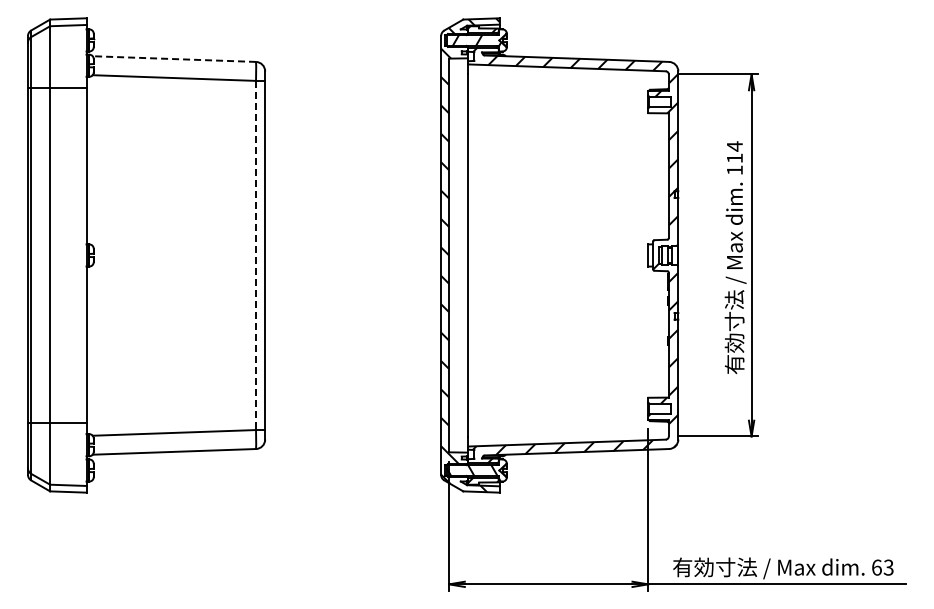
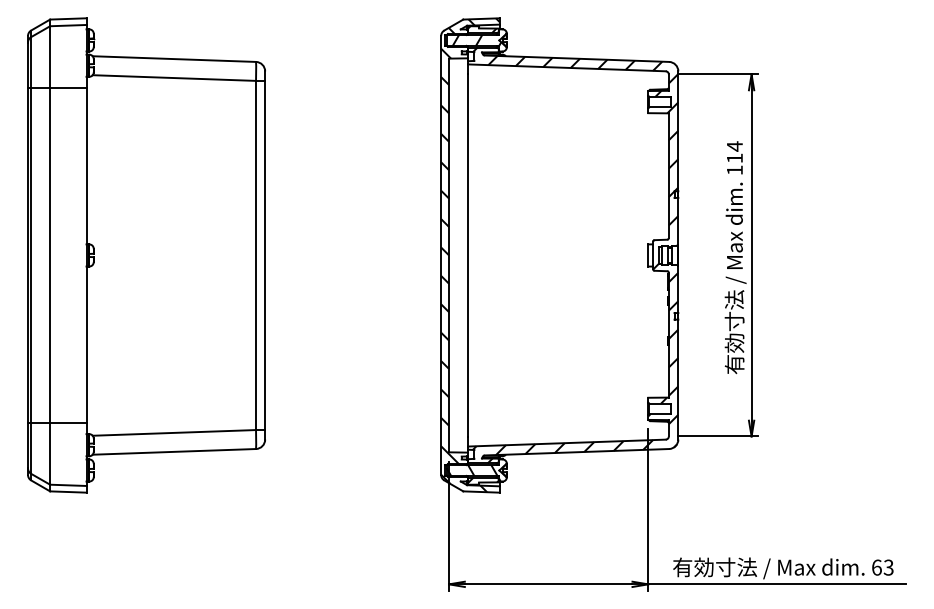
line at (174, 59): dashed -> solid
line at (256, 255): dashed -> solid
